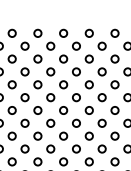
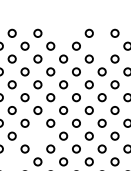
circle at (63, 32): present -> none
circle at (101, 45): present -> none
circle at (37, 135): present -> none
circle at (11, 161): present -> none
